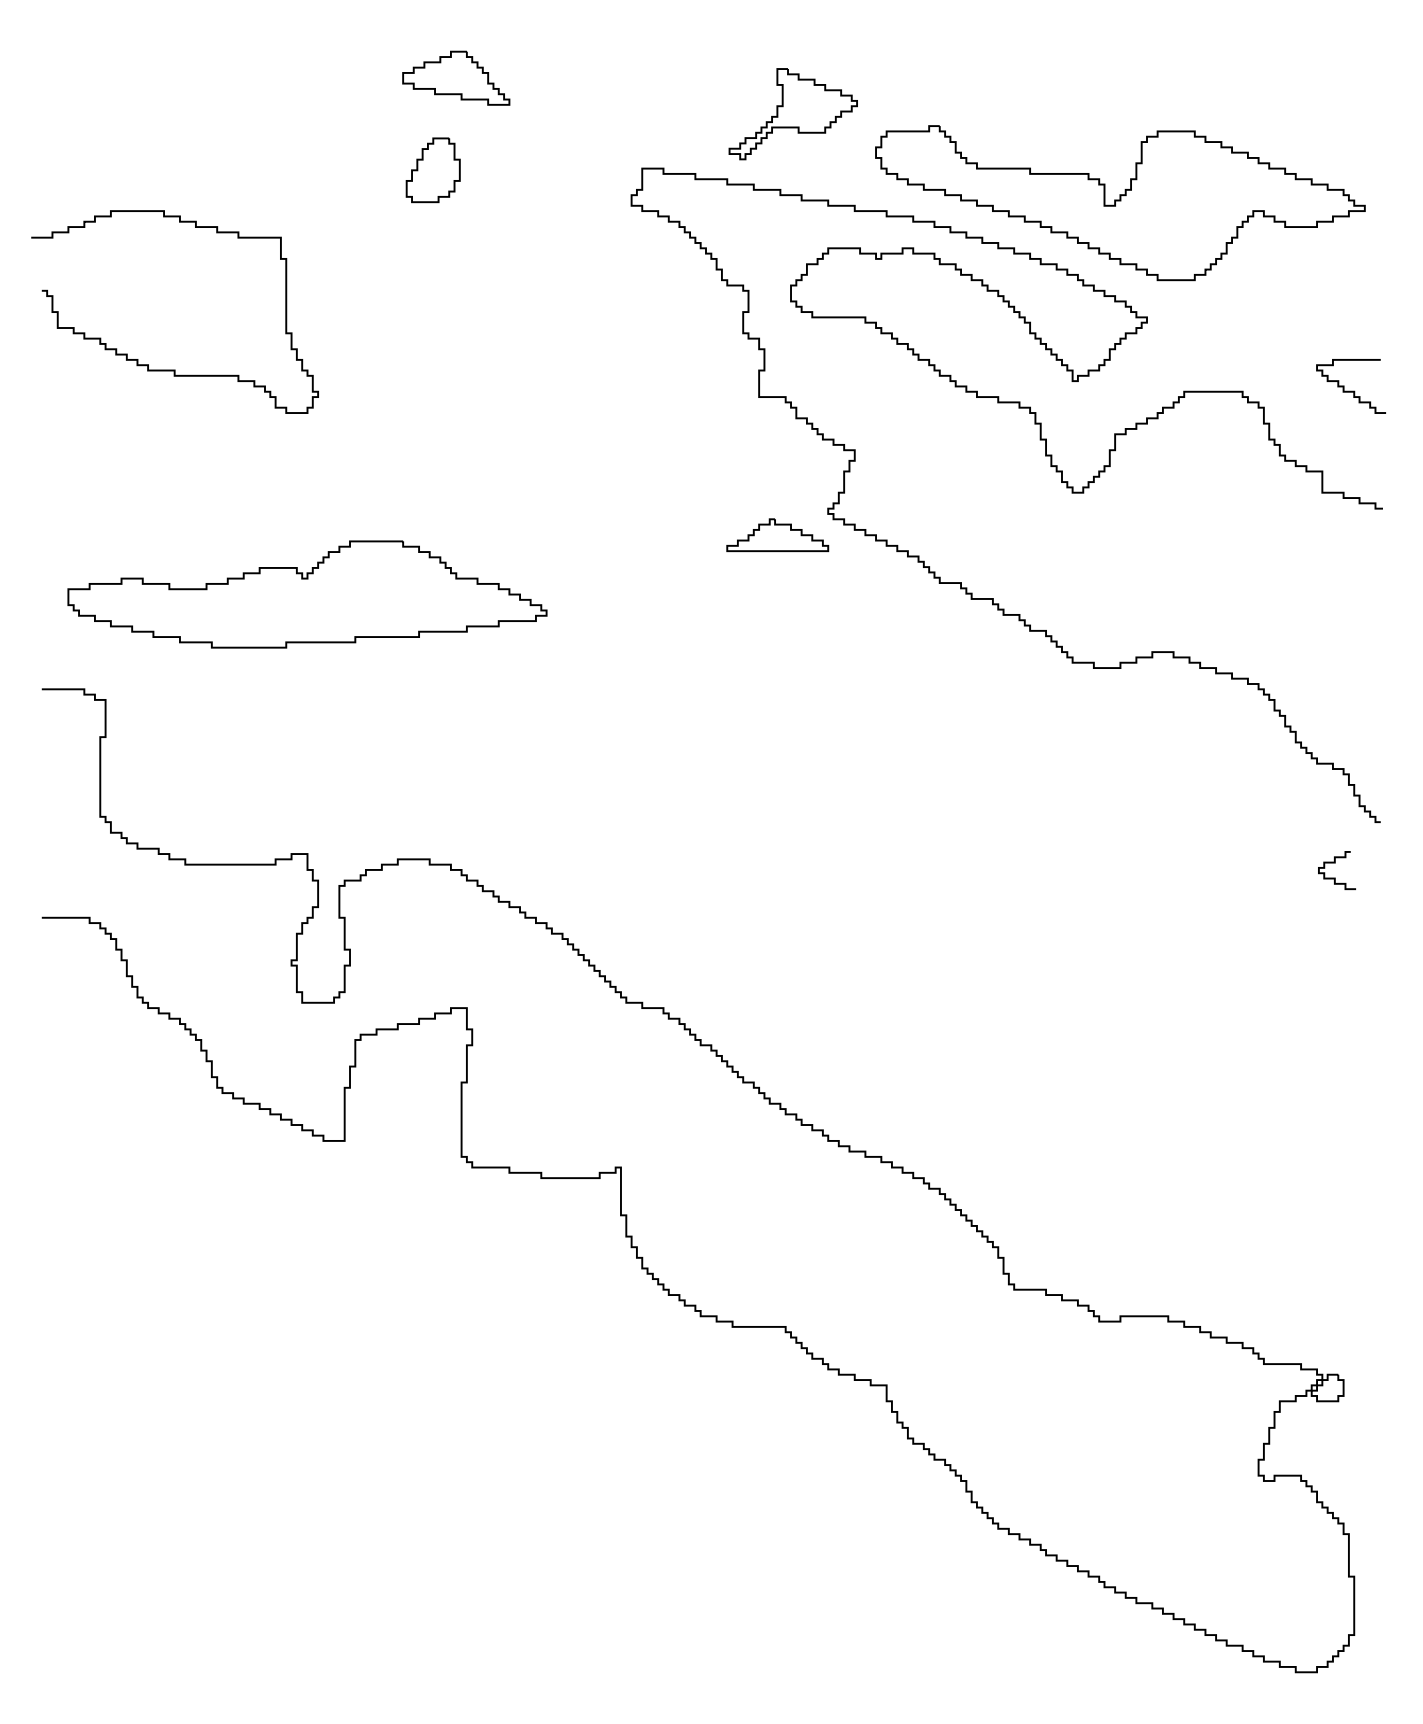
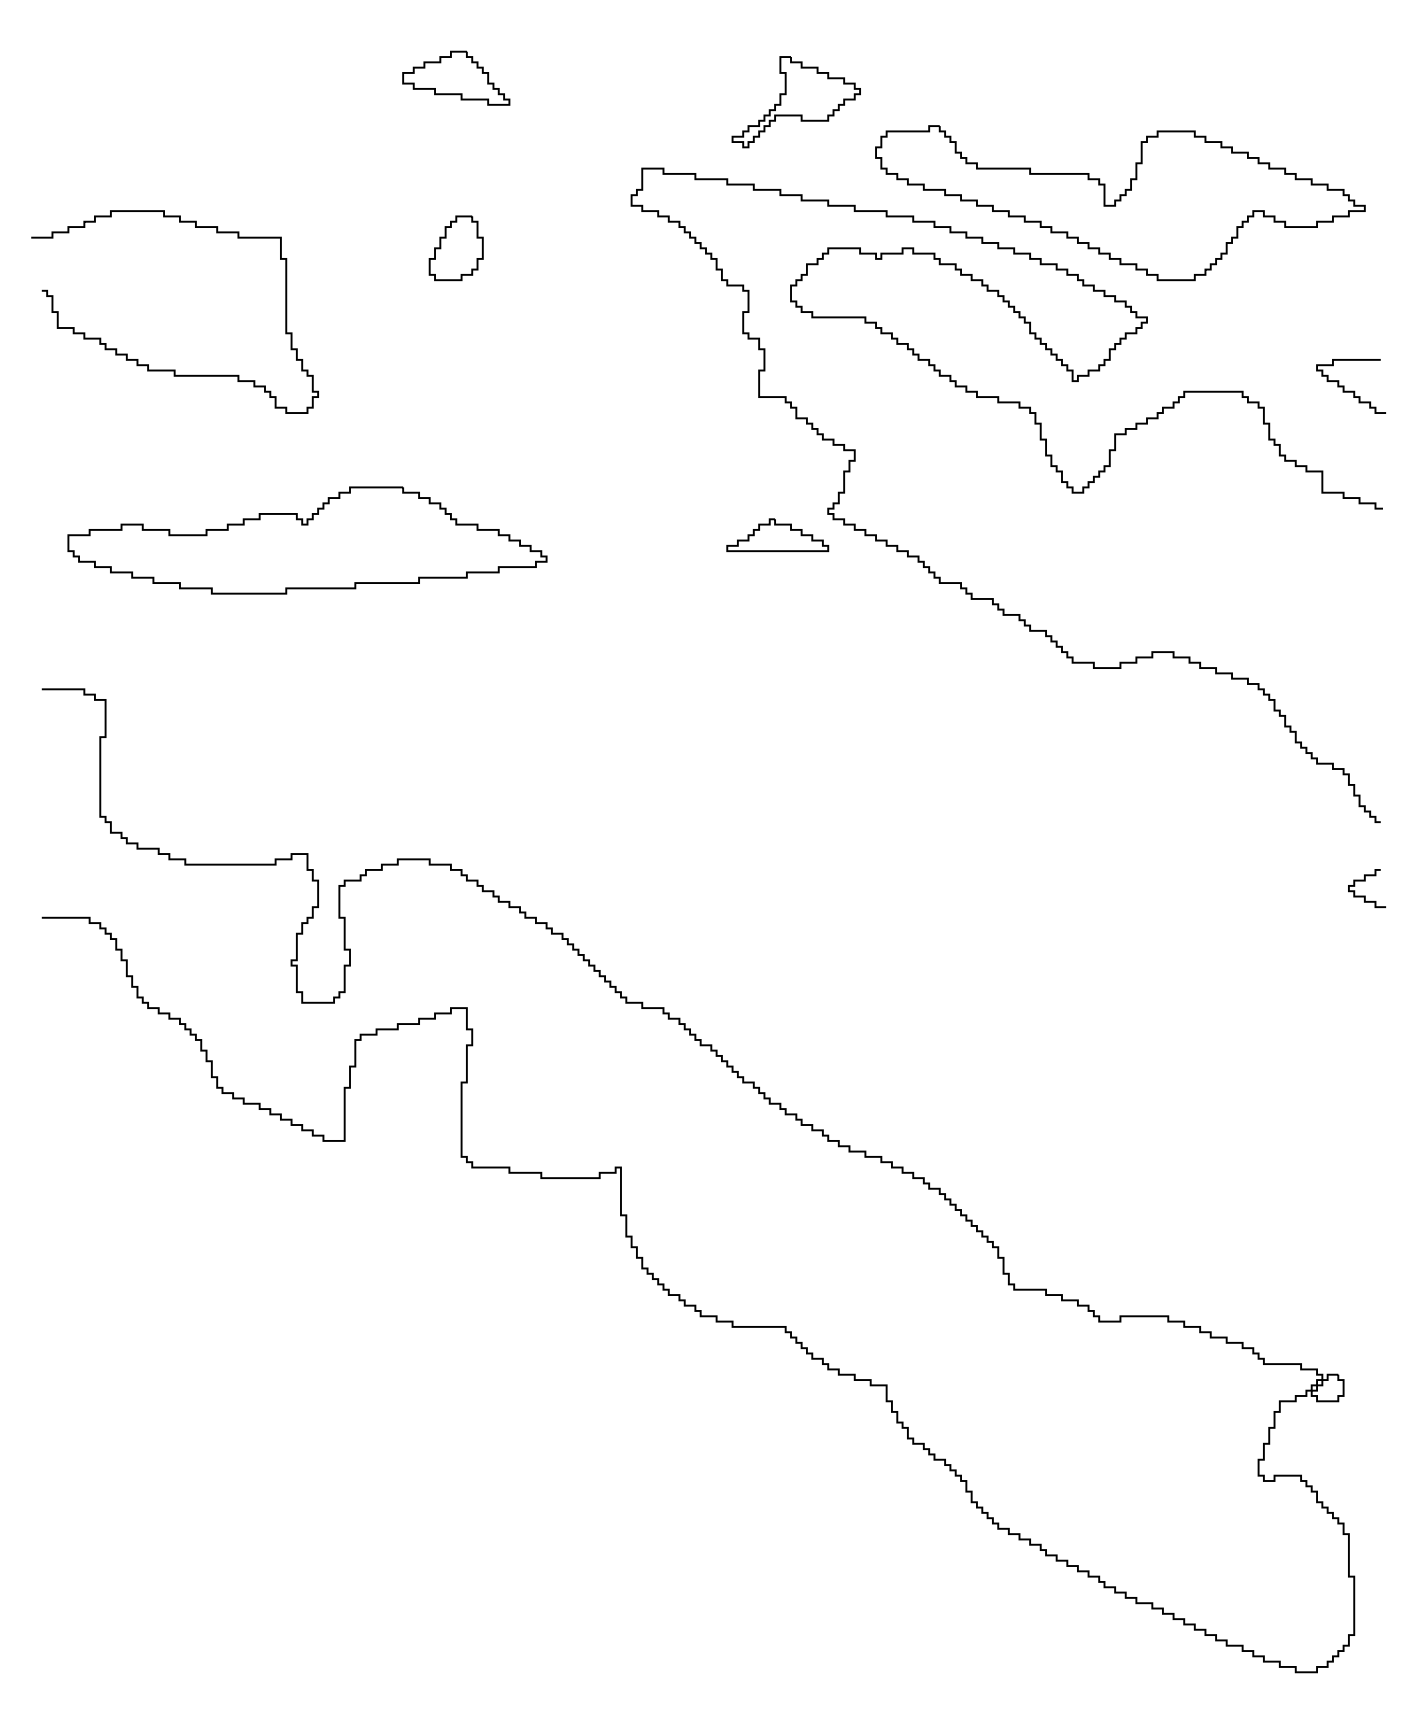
part at (792, 114) position: (792, 114) -> (795, 102)
part at (432, 170) position: (432, 170) -> (455, 248)
part at (307, 594) position: (307, 594) -> (307, 540)
curve at (1335, 863) position: (1335, 863) -> (1365, 881)
